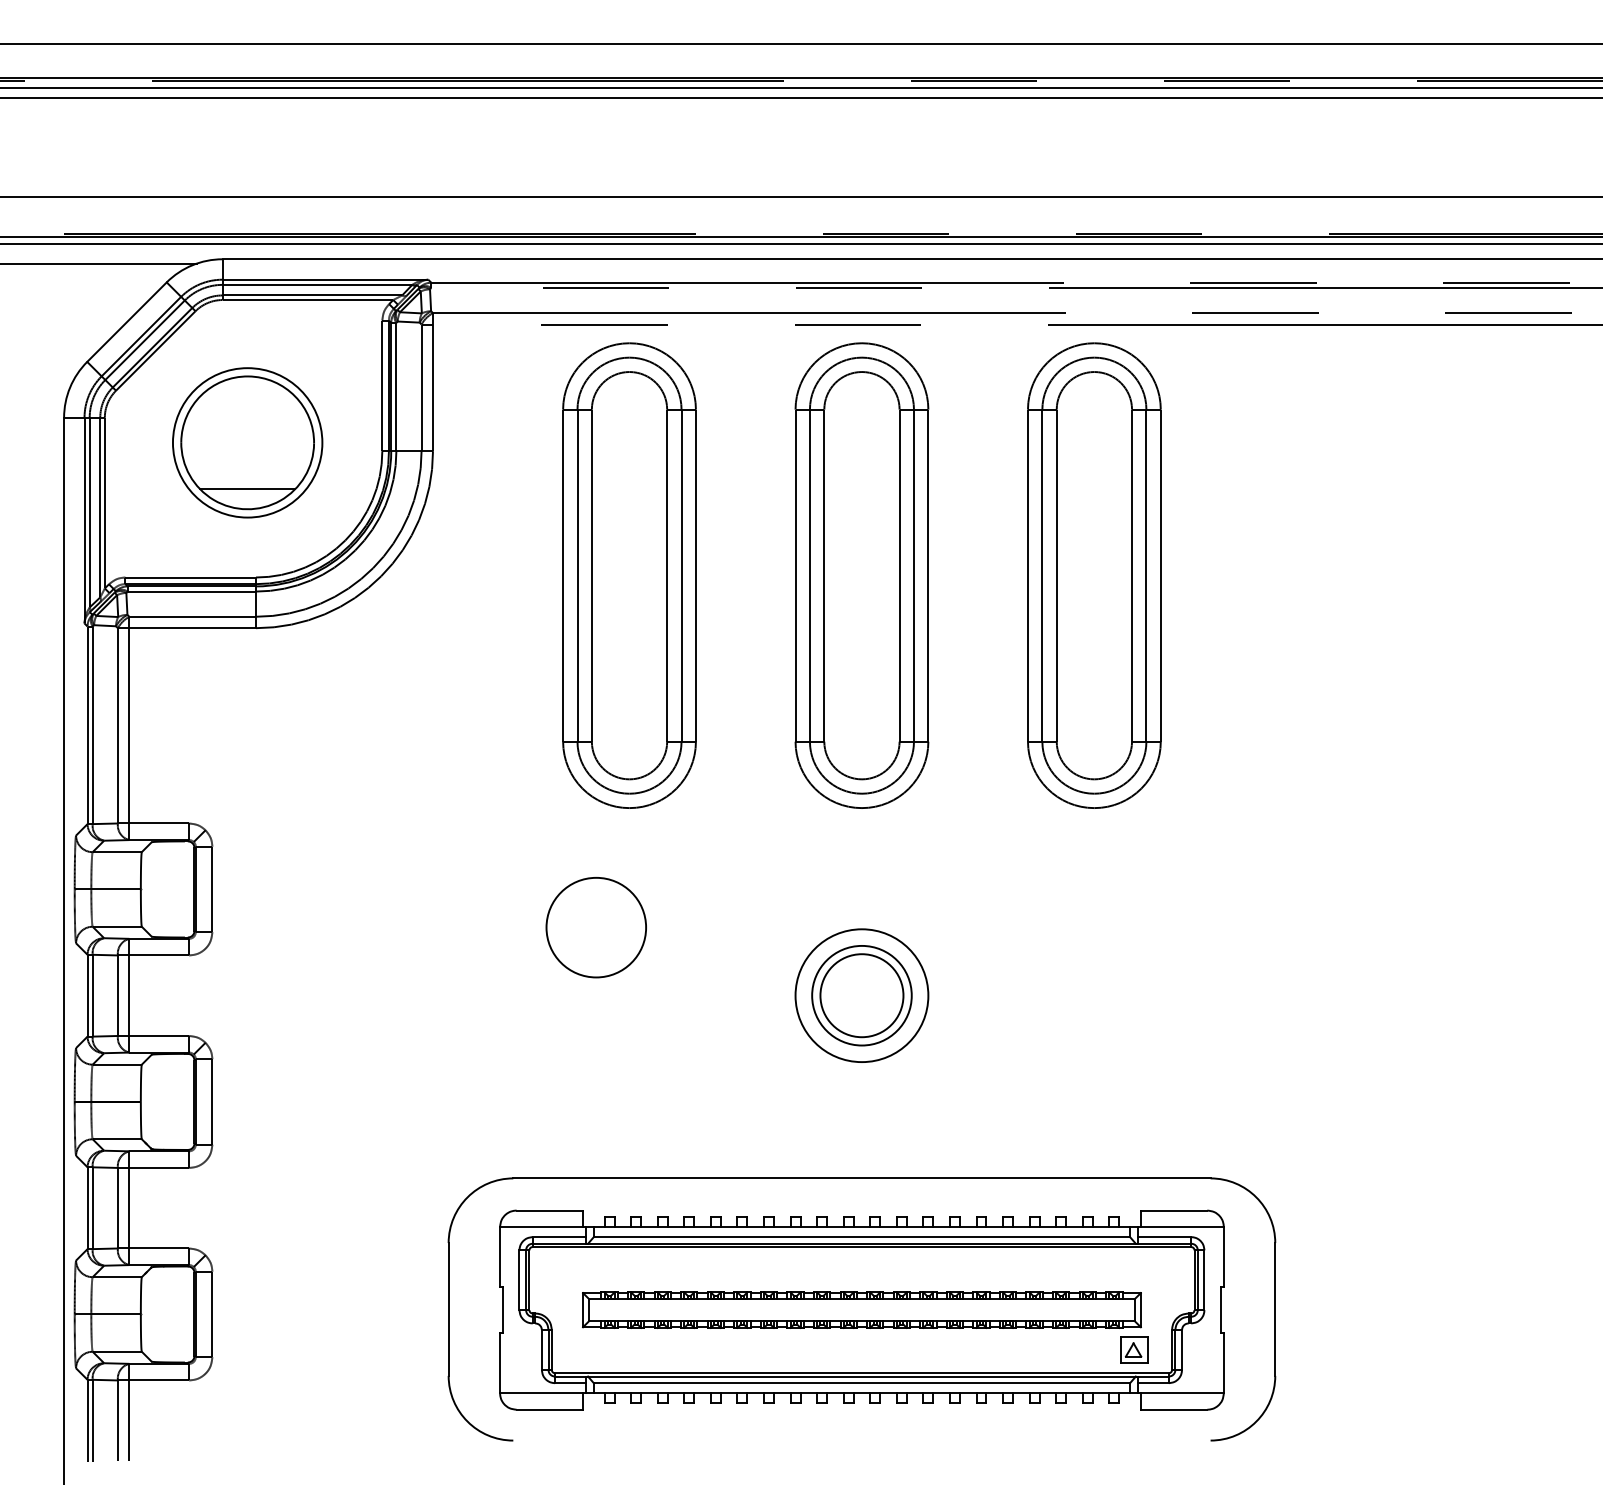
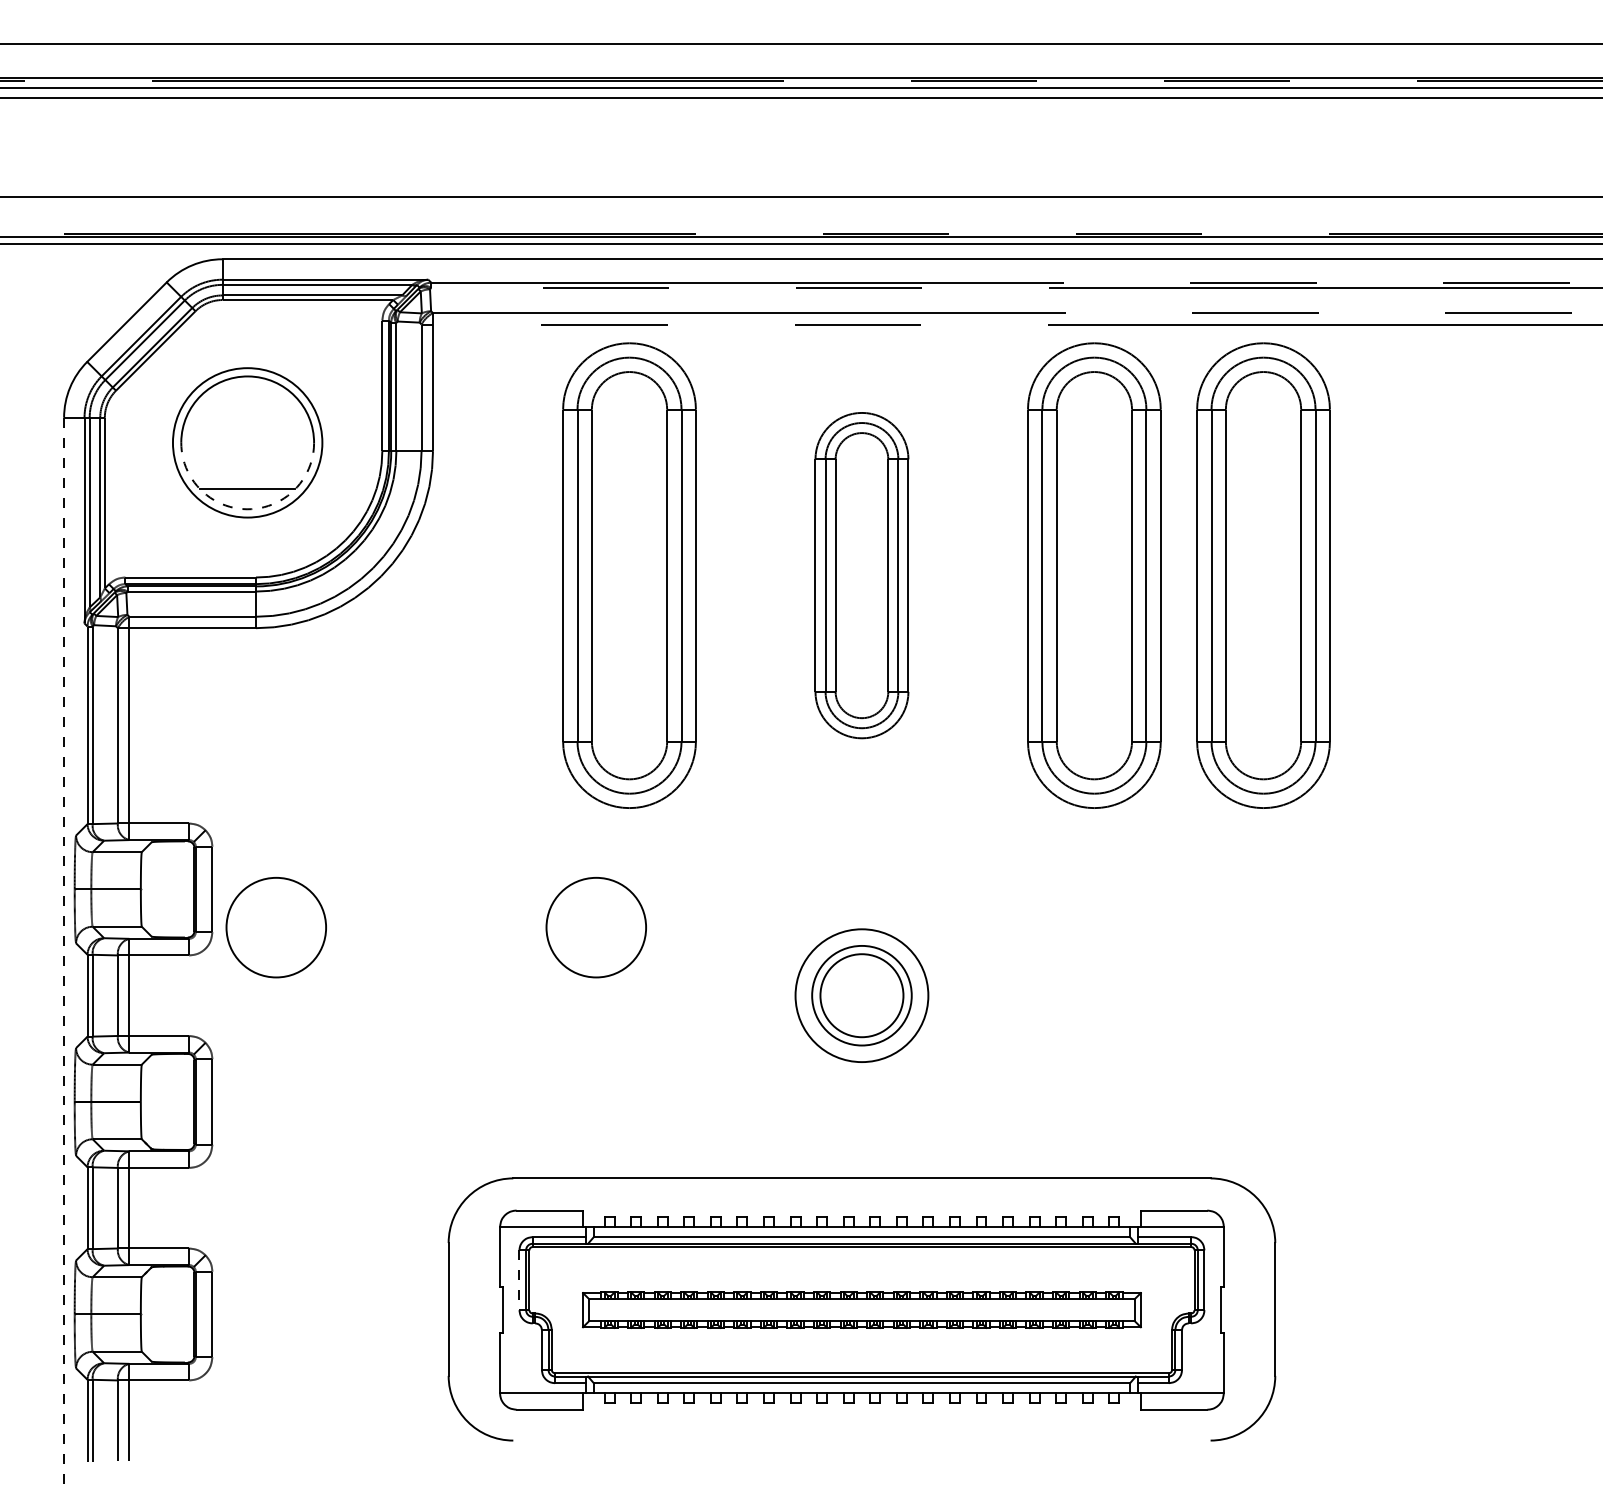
line at (99, 263): present -> none
arc at (247, 509): solid -> dashed
part at (861, 575) size: 136x467 px -> 96x328 px
part at (1263, 575): none -> present
circle at (275, 927): none -> present
line at (64, 950): solid -> dashed
line at (519, 1280): solid -> dashed
part at (1134, 1349): present -> none
